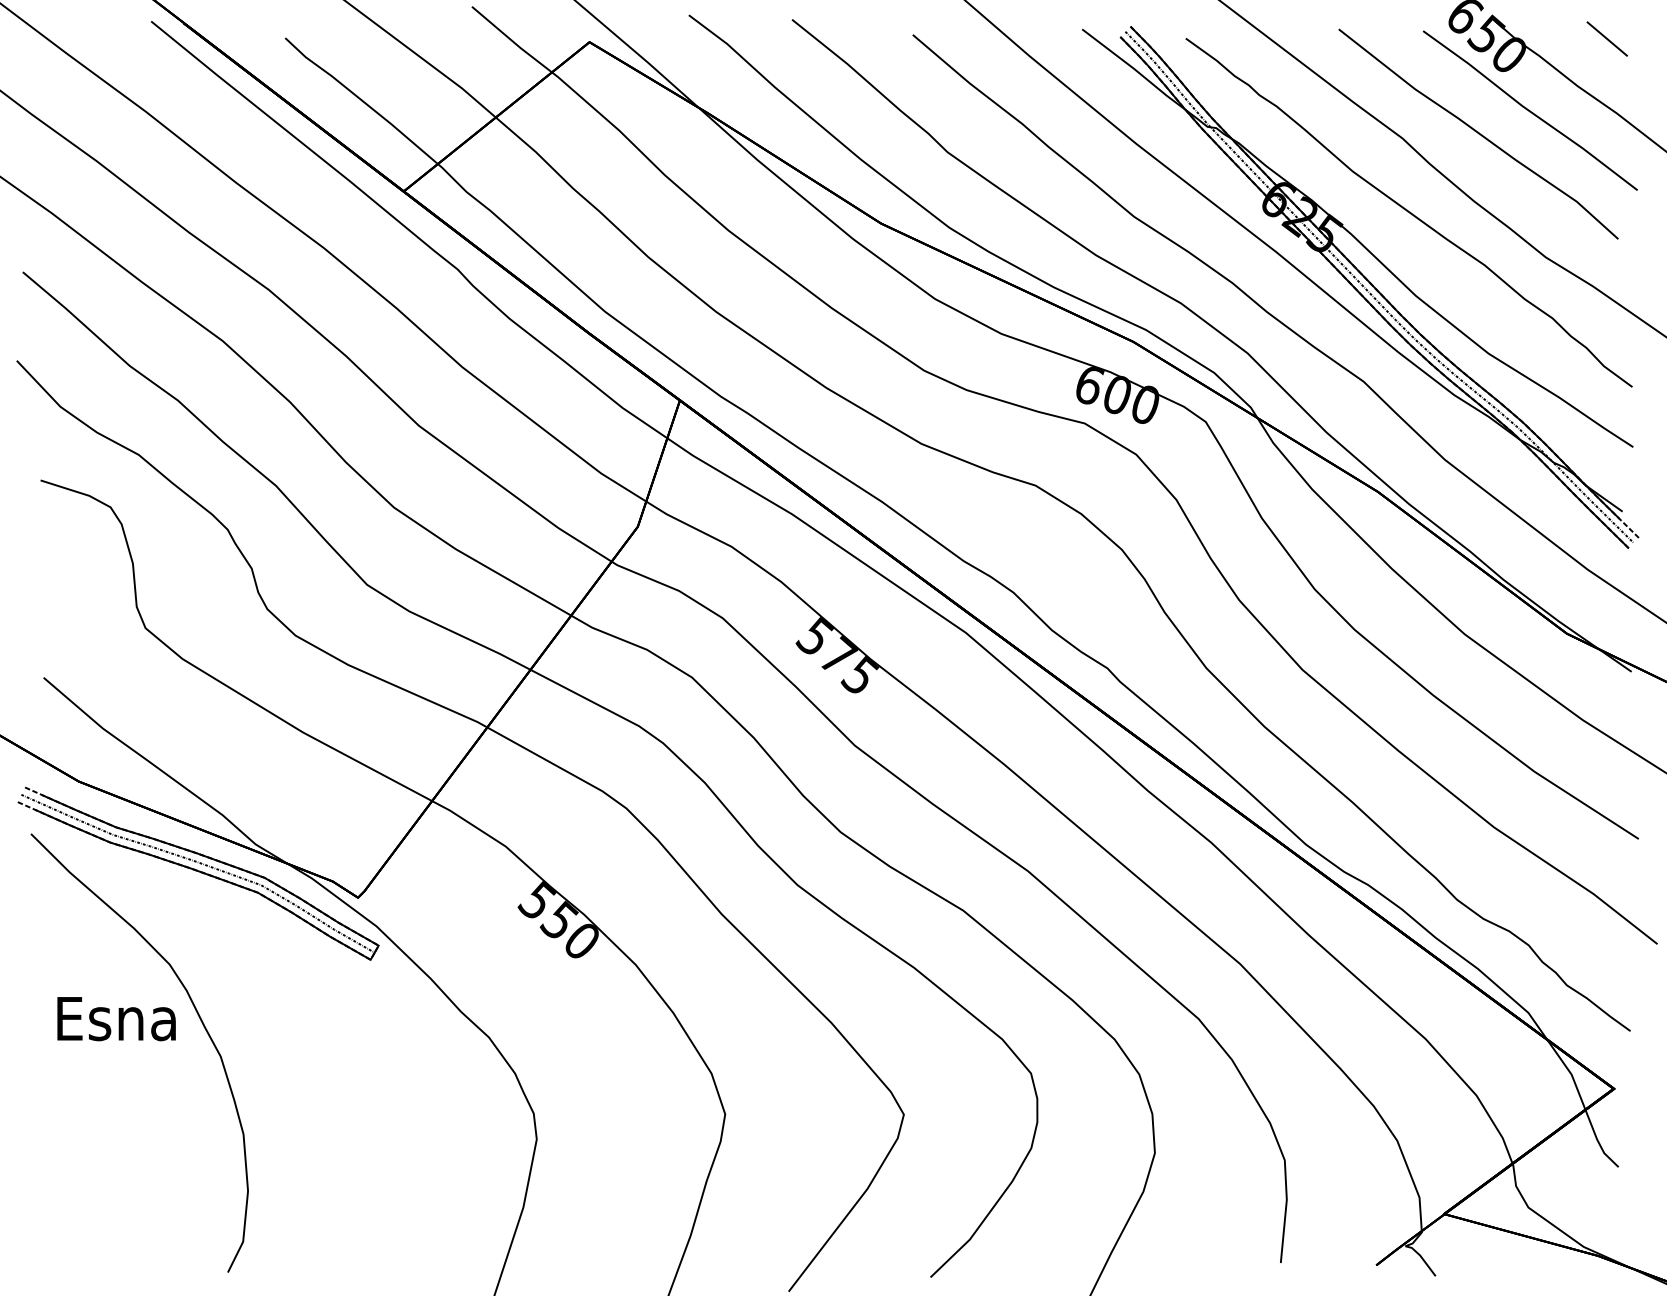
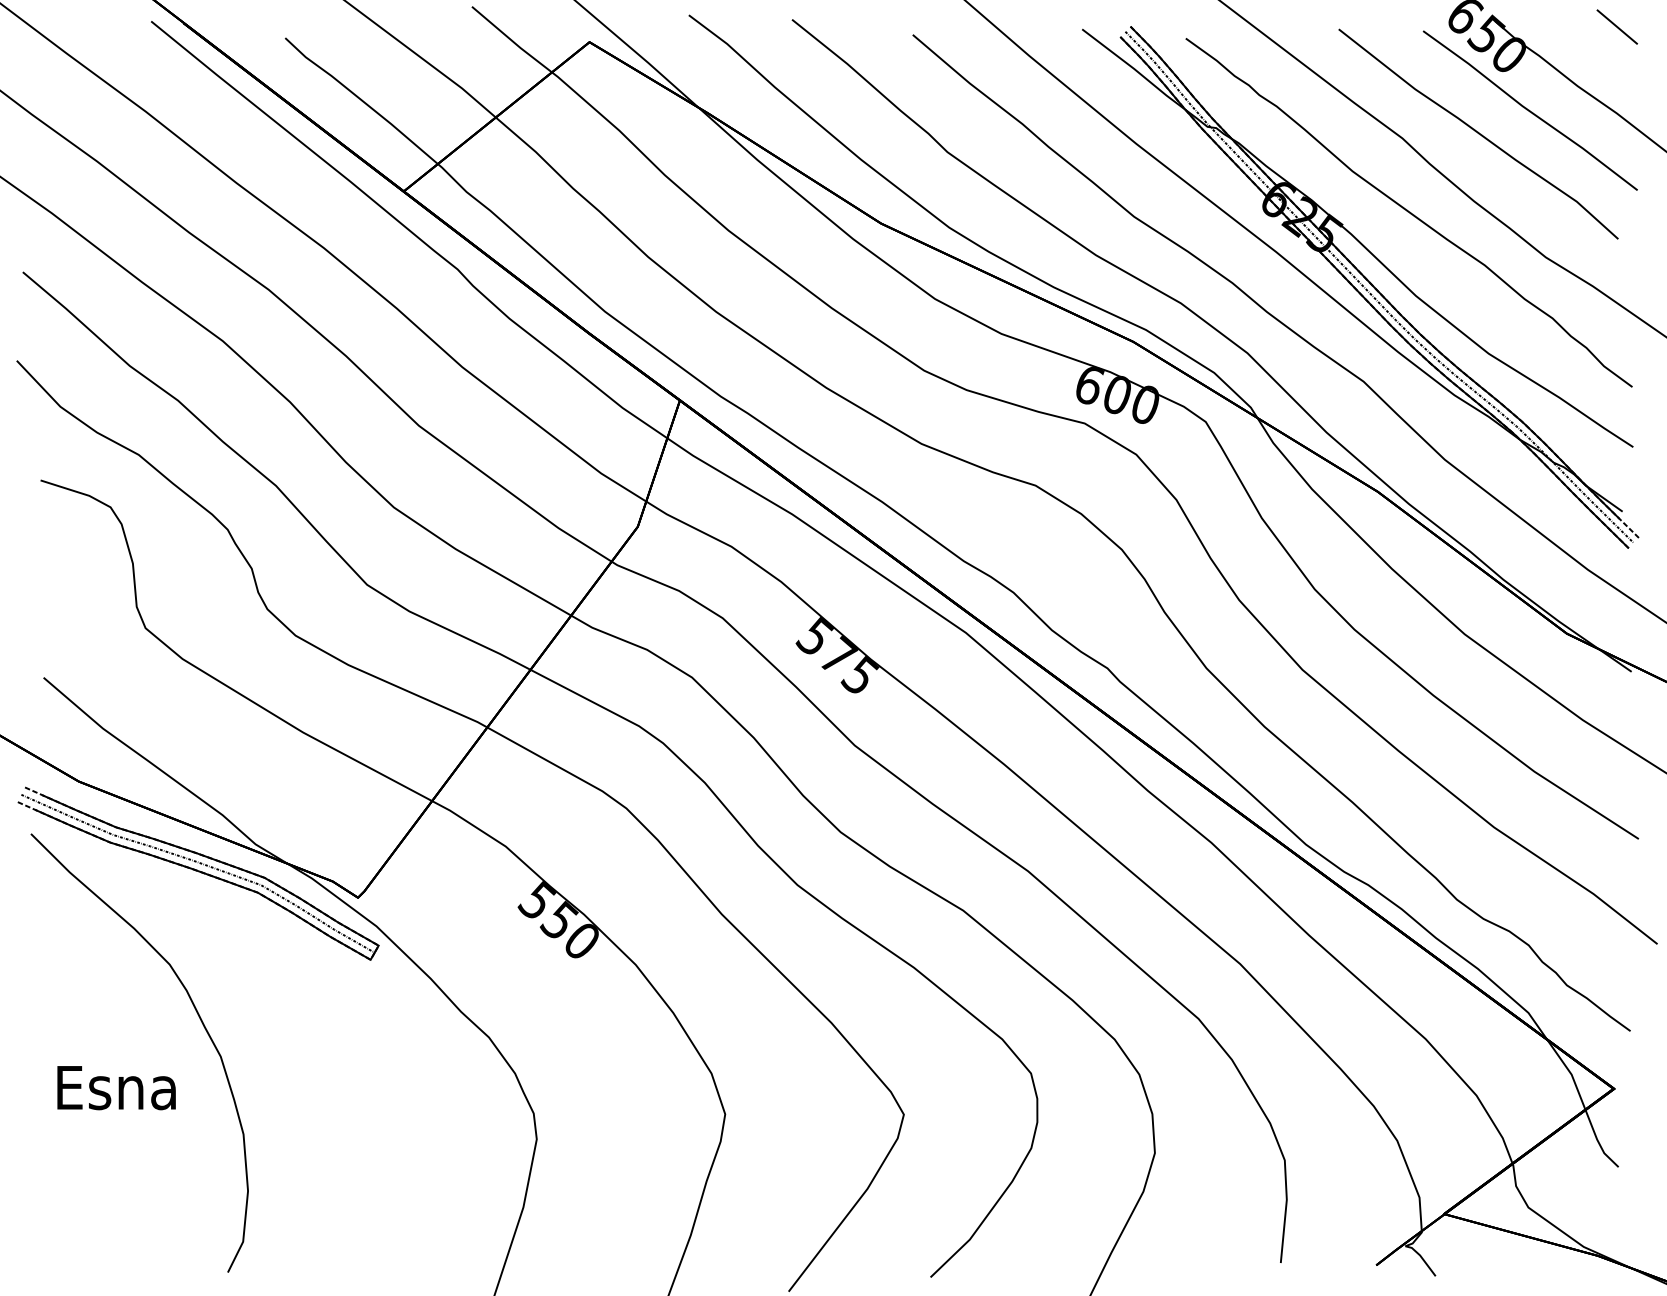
line at (1606, 38) position: (1606, 38) -> (1616, 26)
text at (116, 1019) position: (116, 1019) -> (116, 1088)
